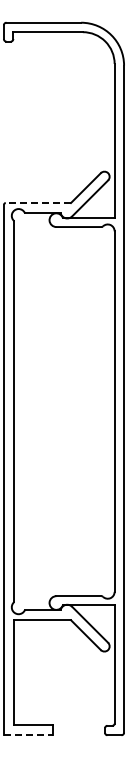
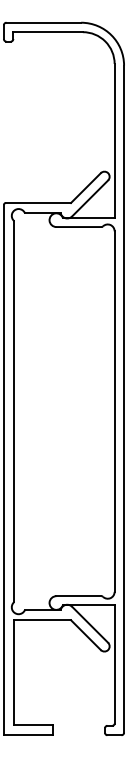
line at (38, 203): dashed -> solid
line at (29, 735): dashed -> solid
